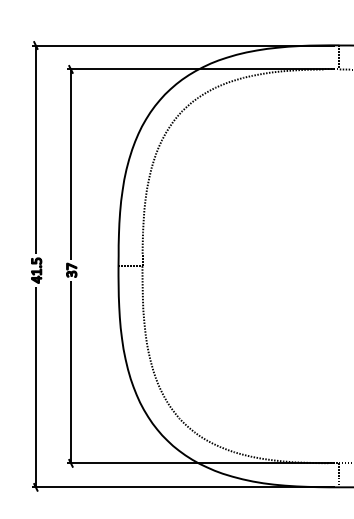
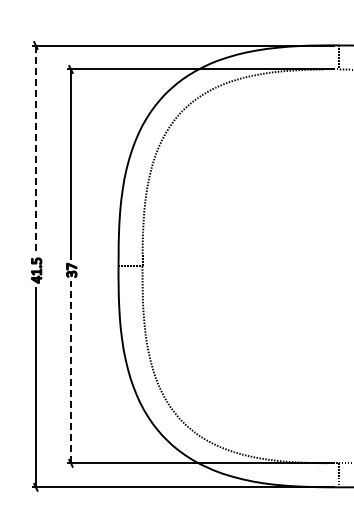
line at (35, 150): solid -> dashed
line at (71, 371): solid -> dashed
